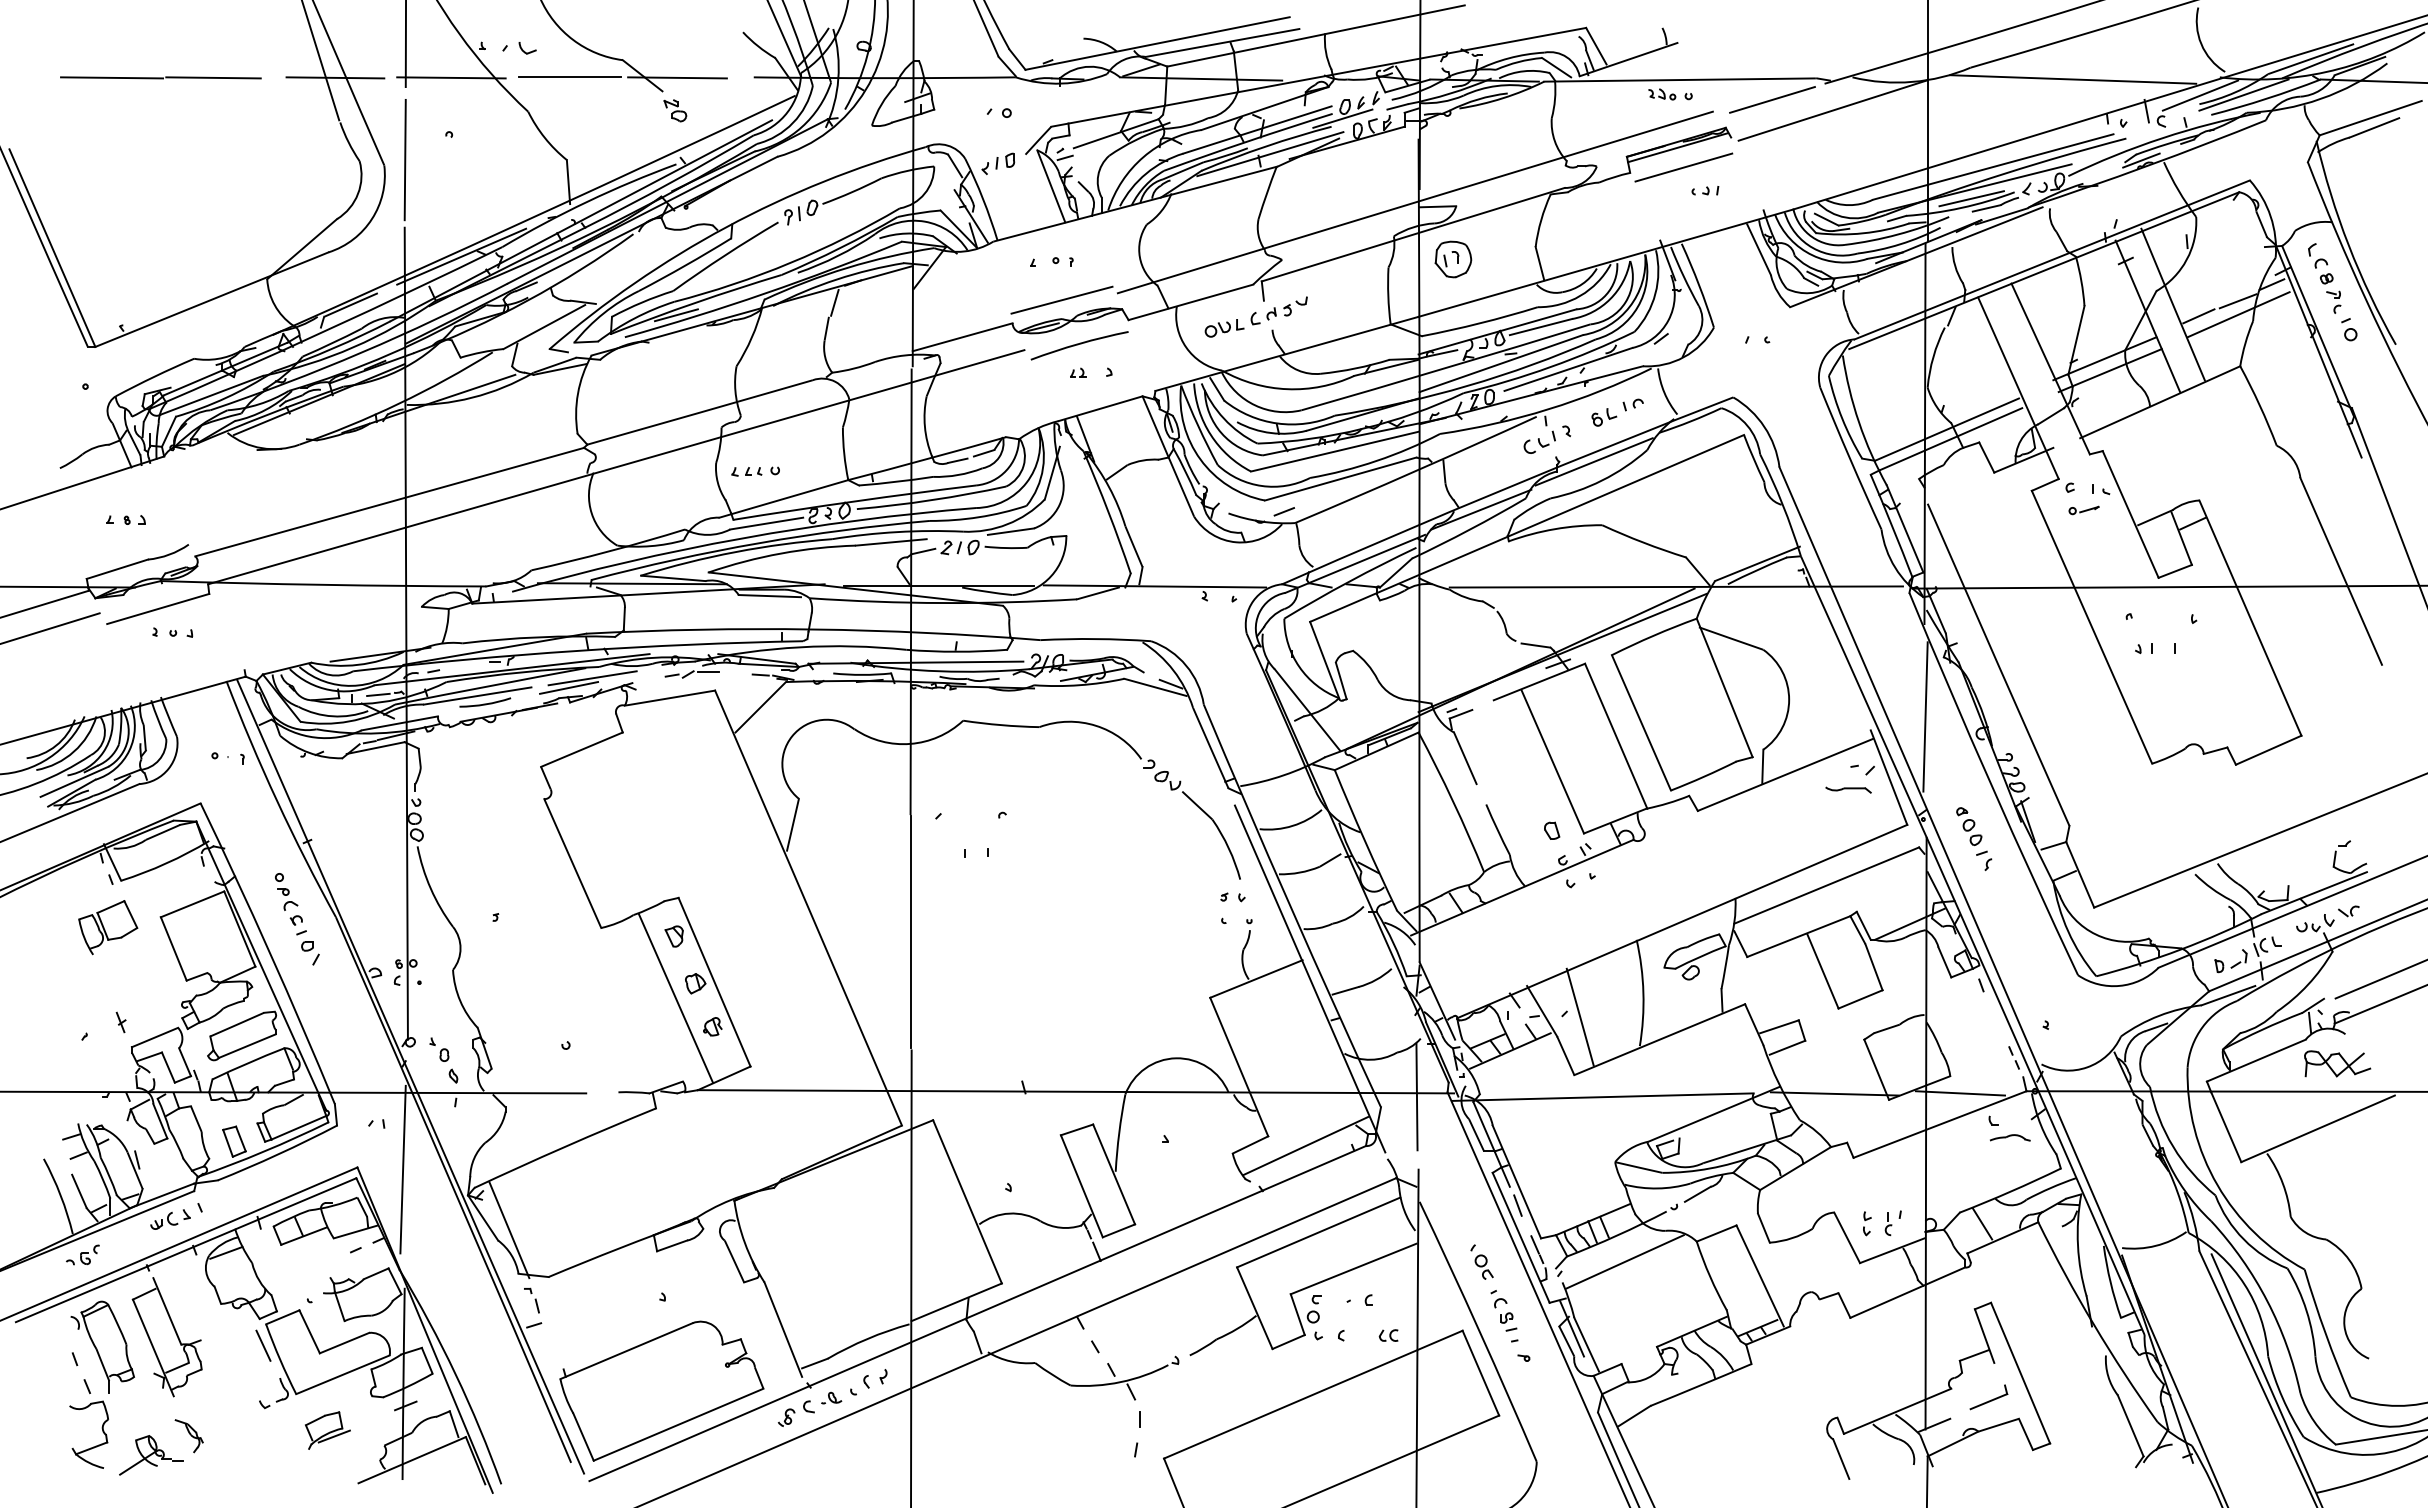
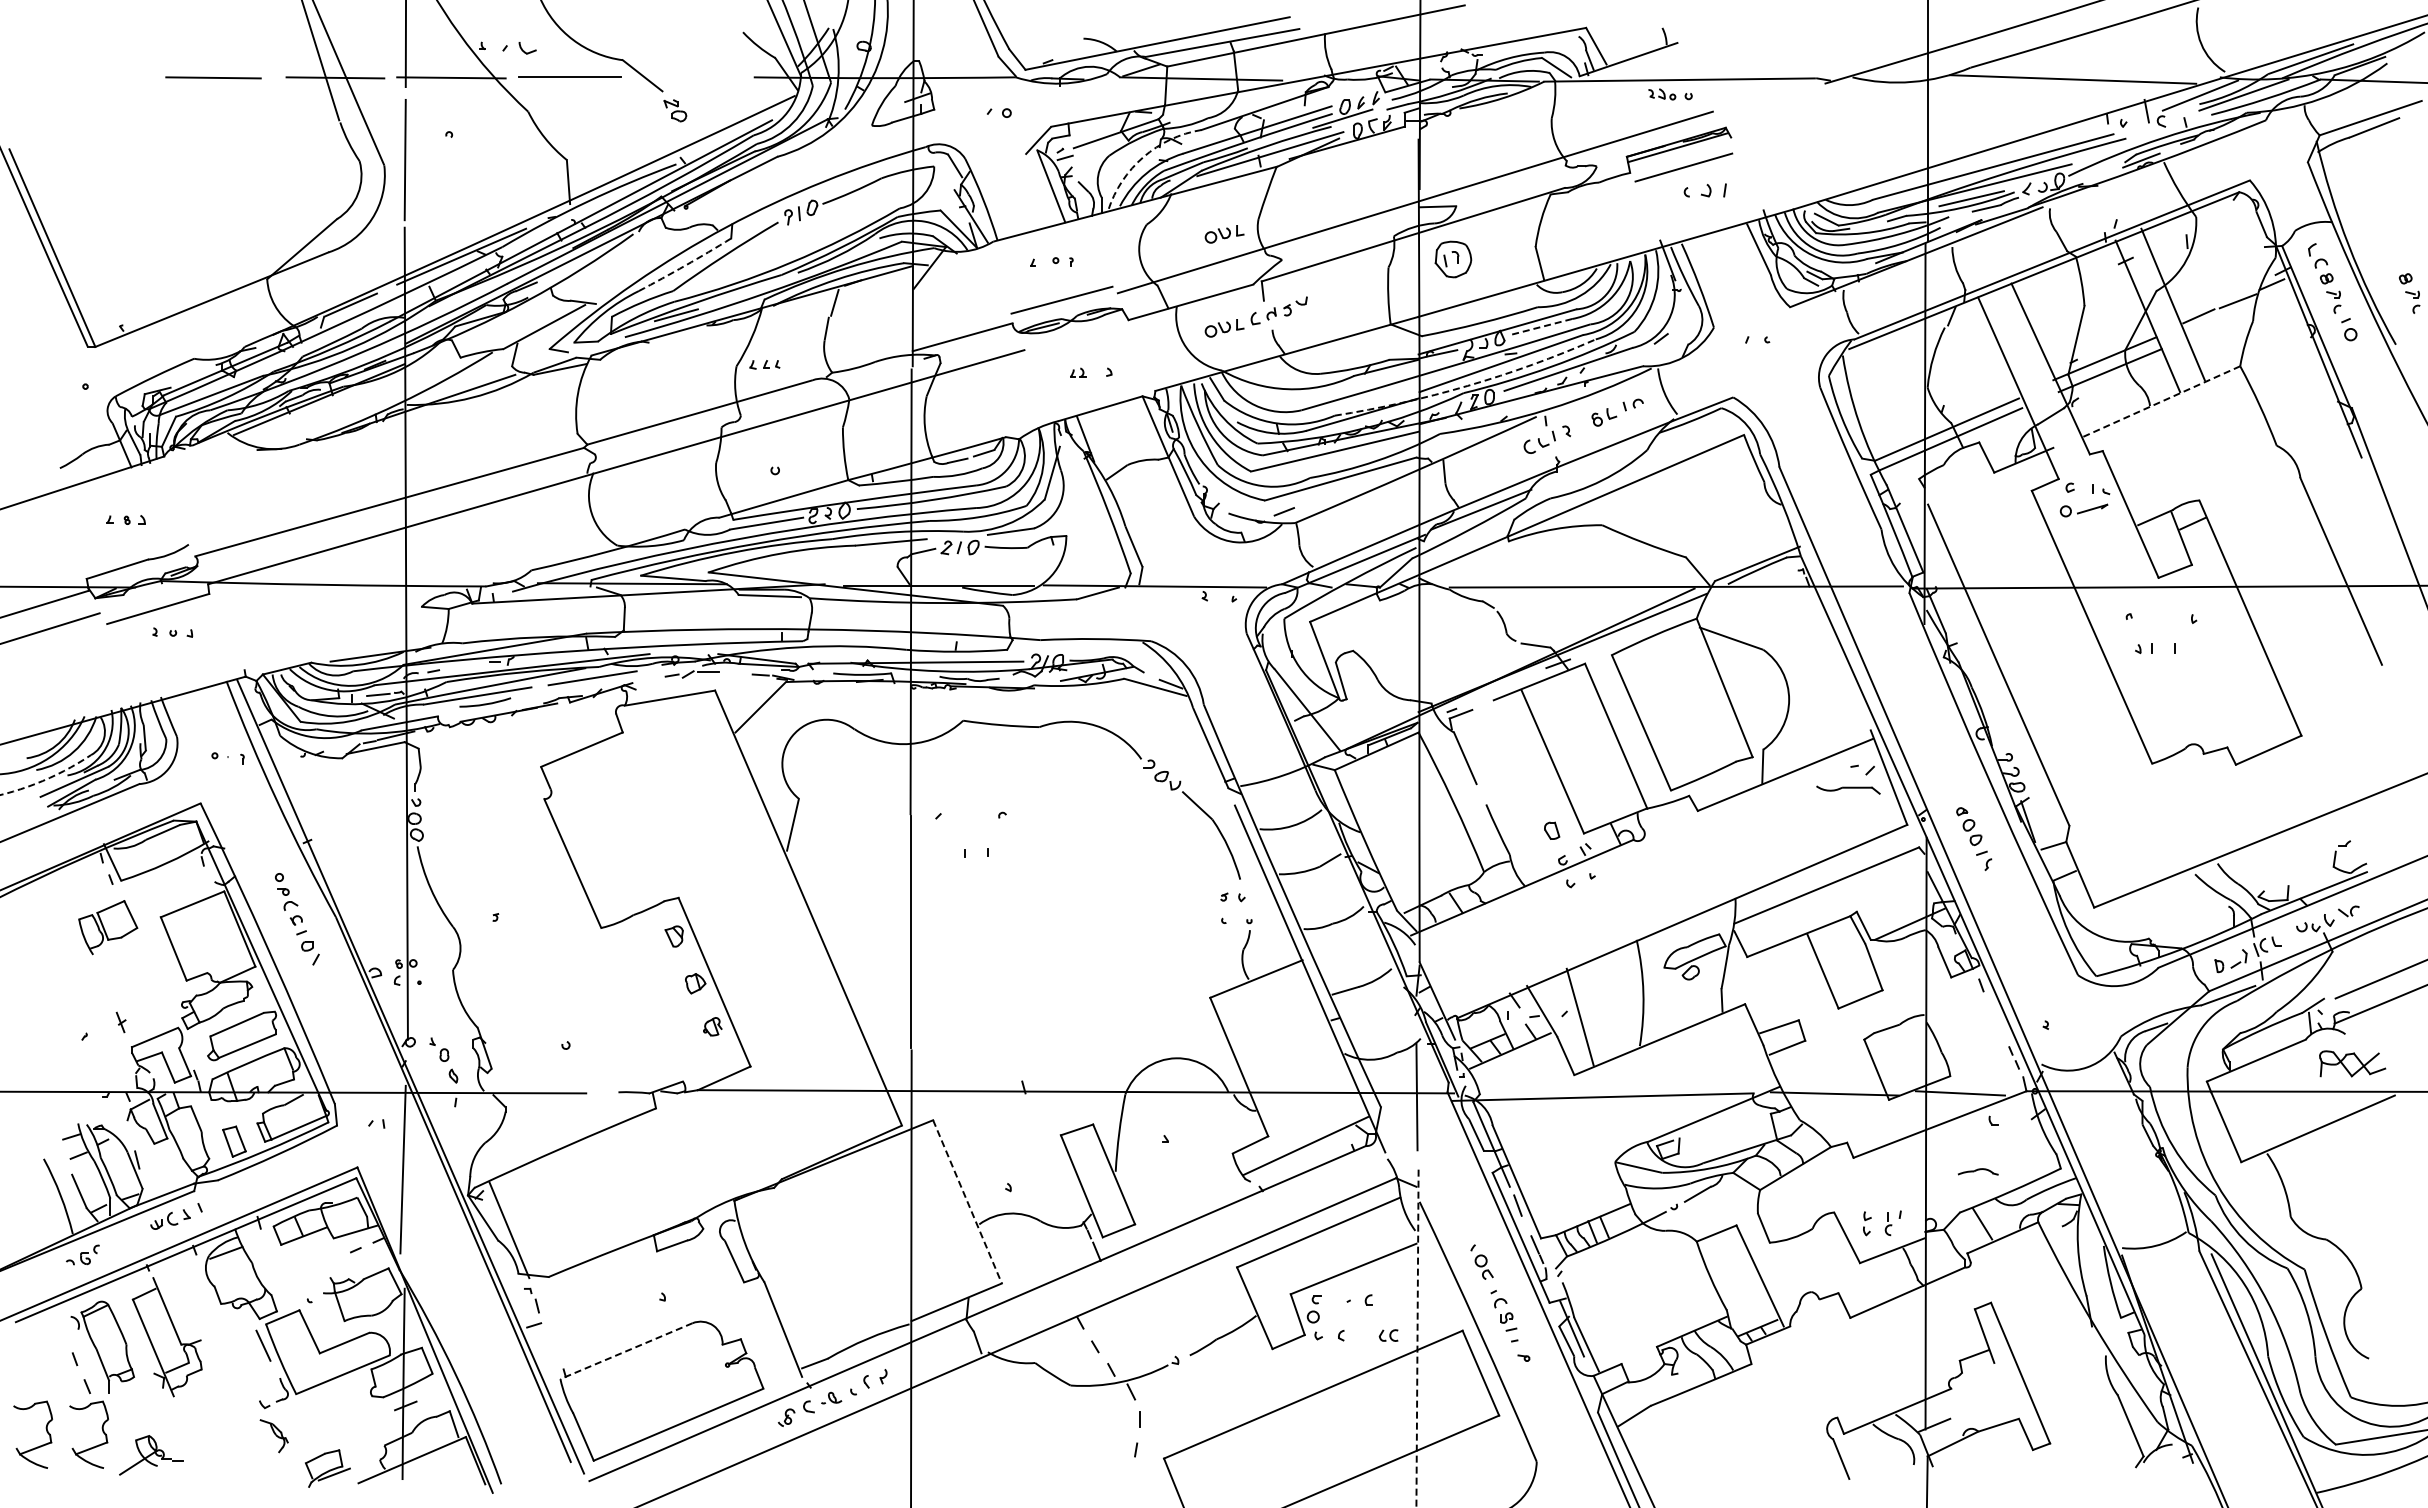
line at (112, 77): present -> none
line at (677, 77): present -> none
line at (1772, 99): present -> none
line at (1832, 110): present -> none
arc at (1143, 157): solid -> dashed
part at (998, 163): present -> none
part at (1705, 190) size: 29x10 px -> 44x15 px
part at (1224, 234): none -> present
arc at (685, 265): solid -> dashed
part at (2409, 293): none -> present
line at (2238, 314): present -> none
line at (1540, 327): solid -> dashed
arc at (1079, 344): present -> none
arc at (1467, 385): solid -> dashed
line at (2160, 402): solid -> dashed
line at (1593, 461): present -> none
part at (746, 471) position: (746, 471) -> (764, 364)
part at (2083, 510) size: 32x11 px -> 50x15 px
line at (569, 687): present -> none
line at (1925, 716): present -> none
arc at (47, 778): solid -> dashed
part at (1848, 789) size: 47x8 px -> 65x10 px
line at (675, 998): present -> none
part at (2337, 1063) position: (2337, 1063) -> (2352, 1063)
part at (2010, 1137) position: (2010, 1137) -> (1978, 1171)
line at (967, 1201): solid -> dashed
line at (1624, 1261): present -> none
line at (1417, 1338): solid -> dashed
line at (626, 1351): solid -> dashed
part at (1988, 1397): present -> none
part at (327, 1430) position: (327, 1430) -> (327, 1468)
part at (188, 1436) position: (188, 1436) -> (273, 1436)
part at (39, 1445): none -> present
